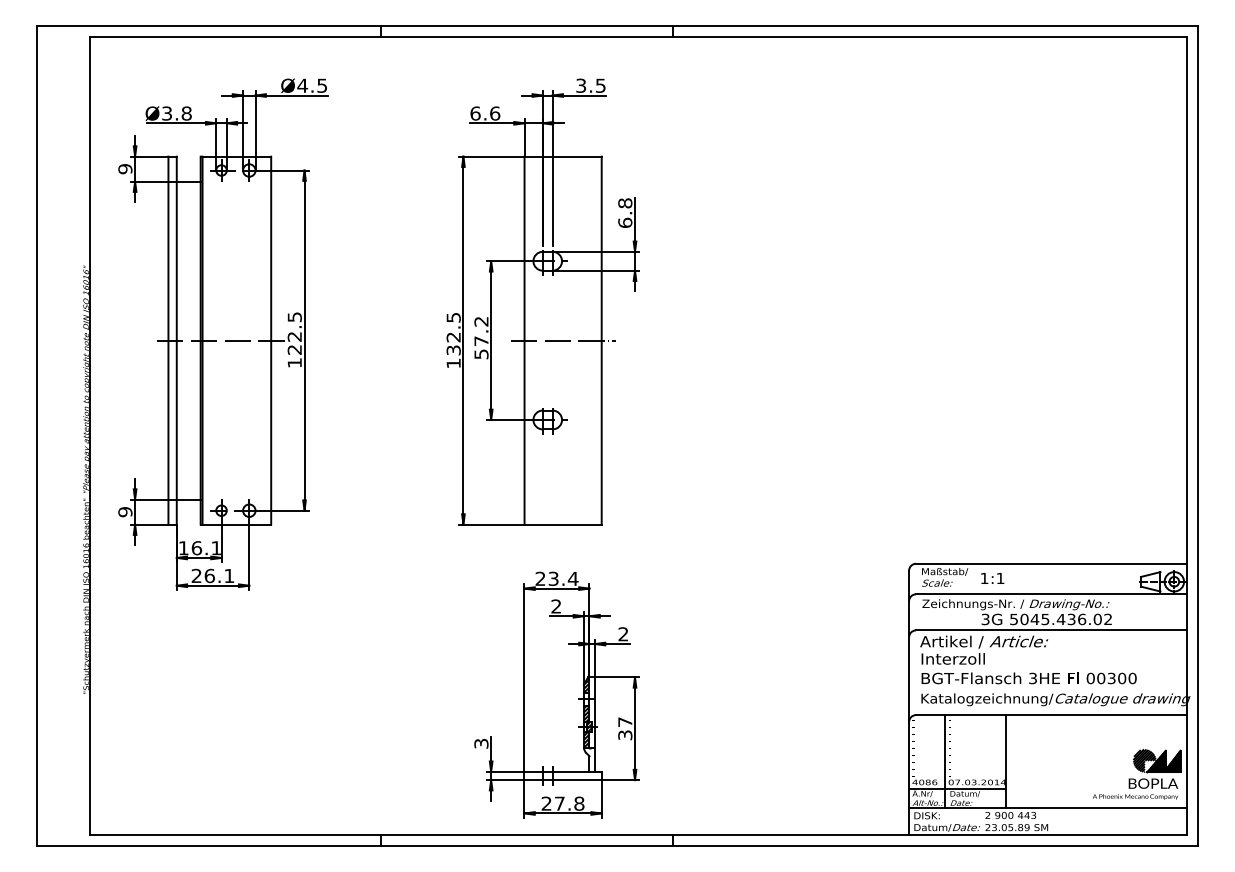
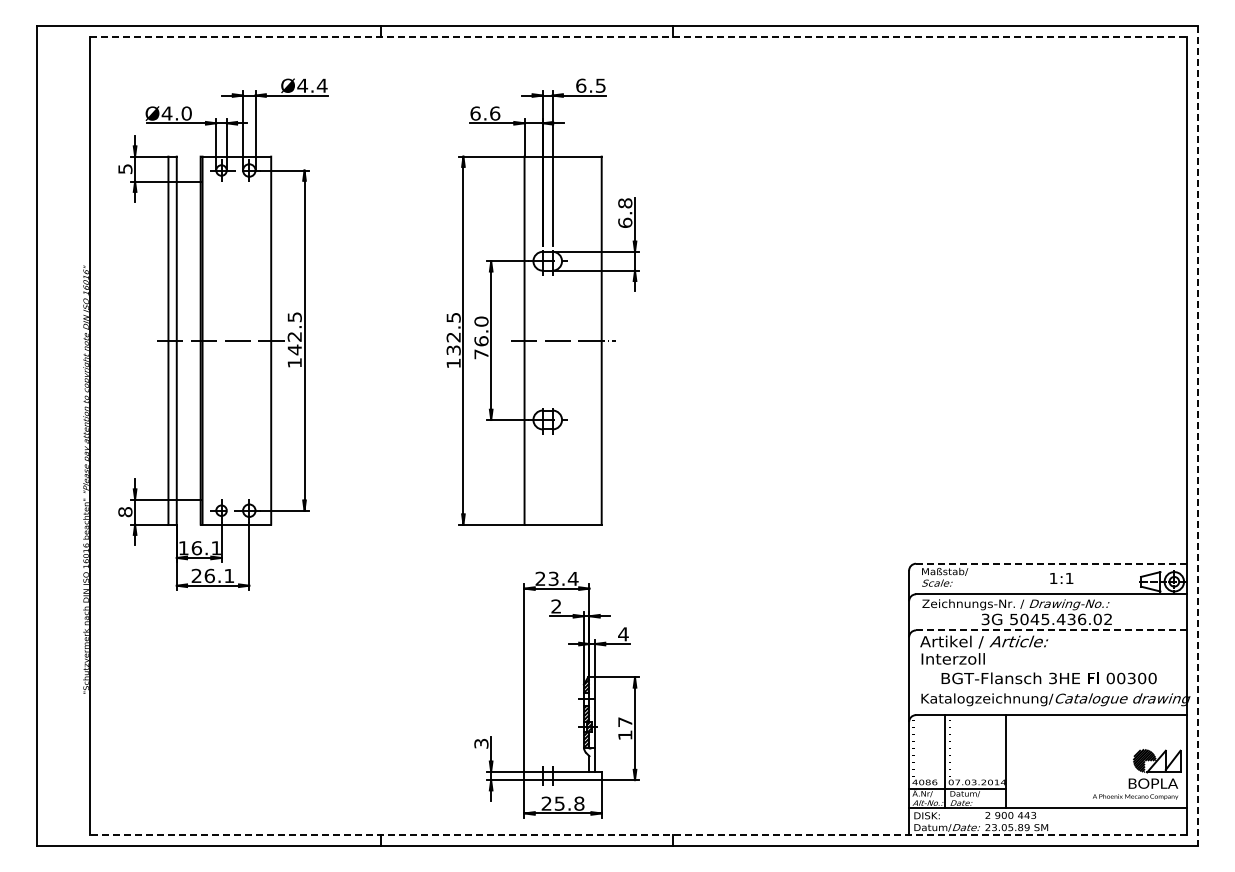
line at (638, 37): solid -> dashed
text at (321, 85): Ø4.5 -> Ø4.4
text at (581, 85): 3.5 -> 6.5
text at (176, 113): Ø3.8 -> Ø4.0
text at (125, 169): 9 -> 5
text at (481, 337): 57.2 -> 76.0
text at (294, 349): 122.5 -> 142.5
line at (1197, 436): solid -> dashed
text at (125, 512): 9 -> 8
line at (1050, 563): solid -> dashed
text at (992, 578) position: (992, 578) -> (1061, 578)
line at (1050, 630): solid -> dashed
text at (623, 634): 2 -> 4
text at (1028, 678) position: (1028, 678) -> (1048, 678)
text at (625, 735): 37 -> 17
hatch at (1163, 761): present -> none
text at (559, 803): 27.8 -> 25.8
line at (638, 834): solid -> dashed
